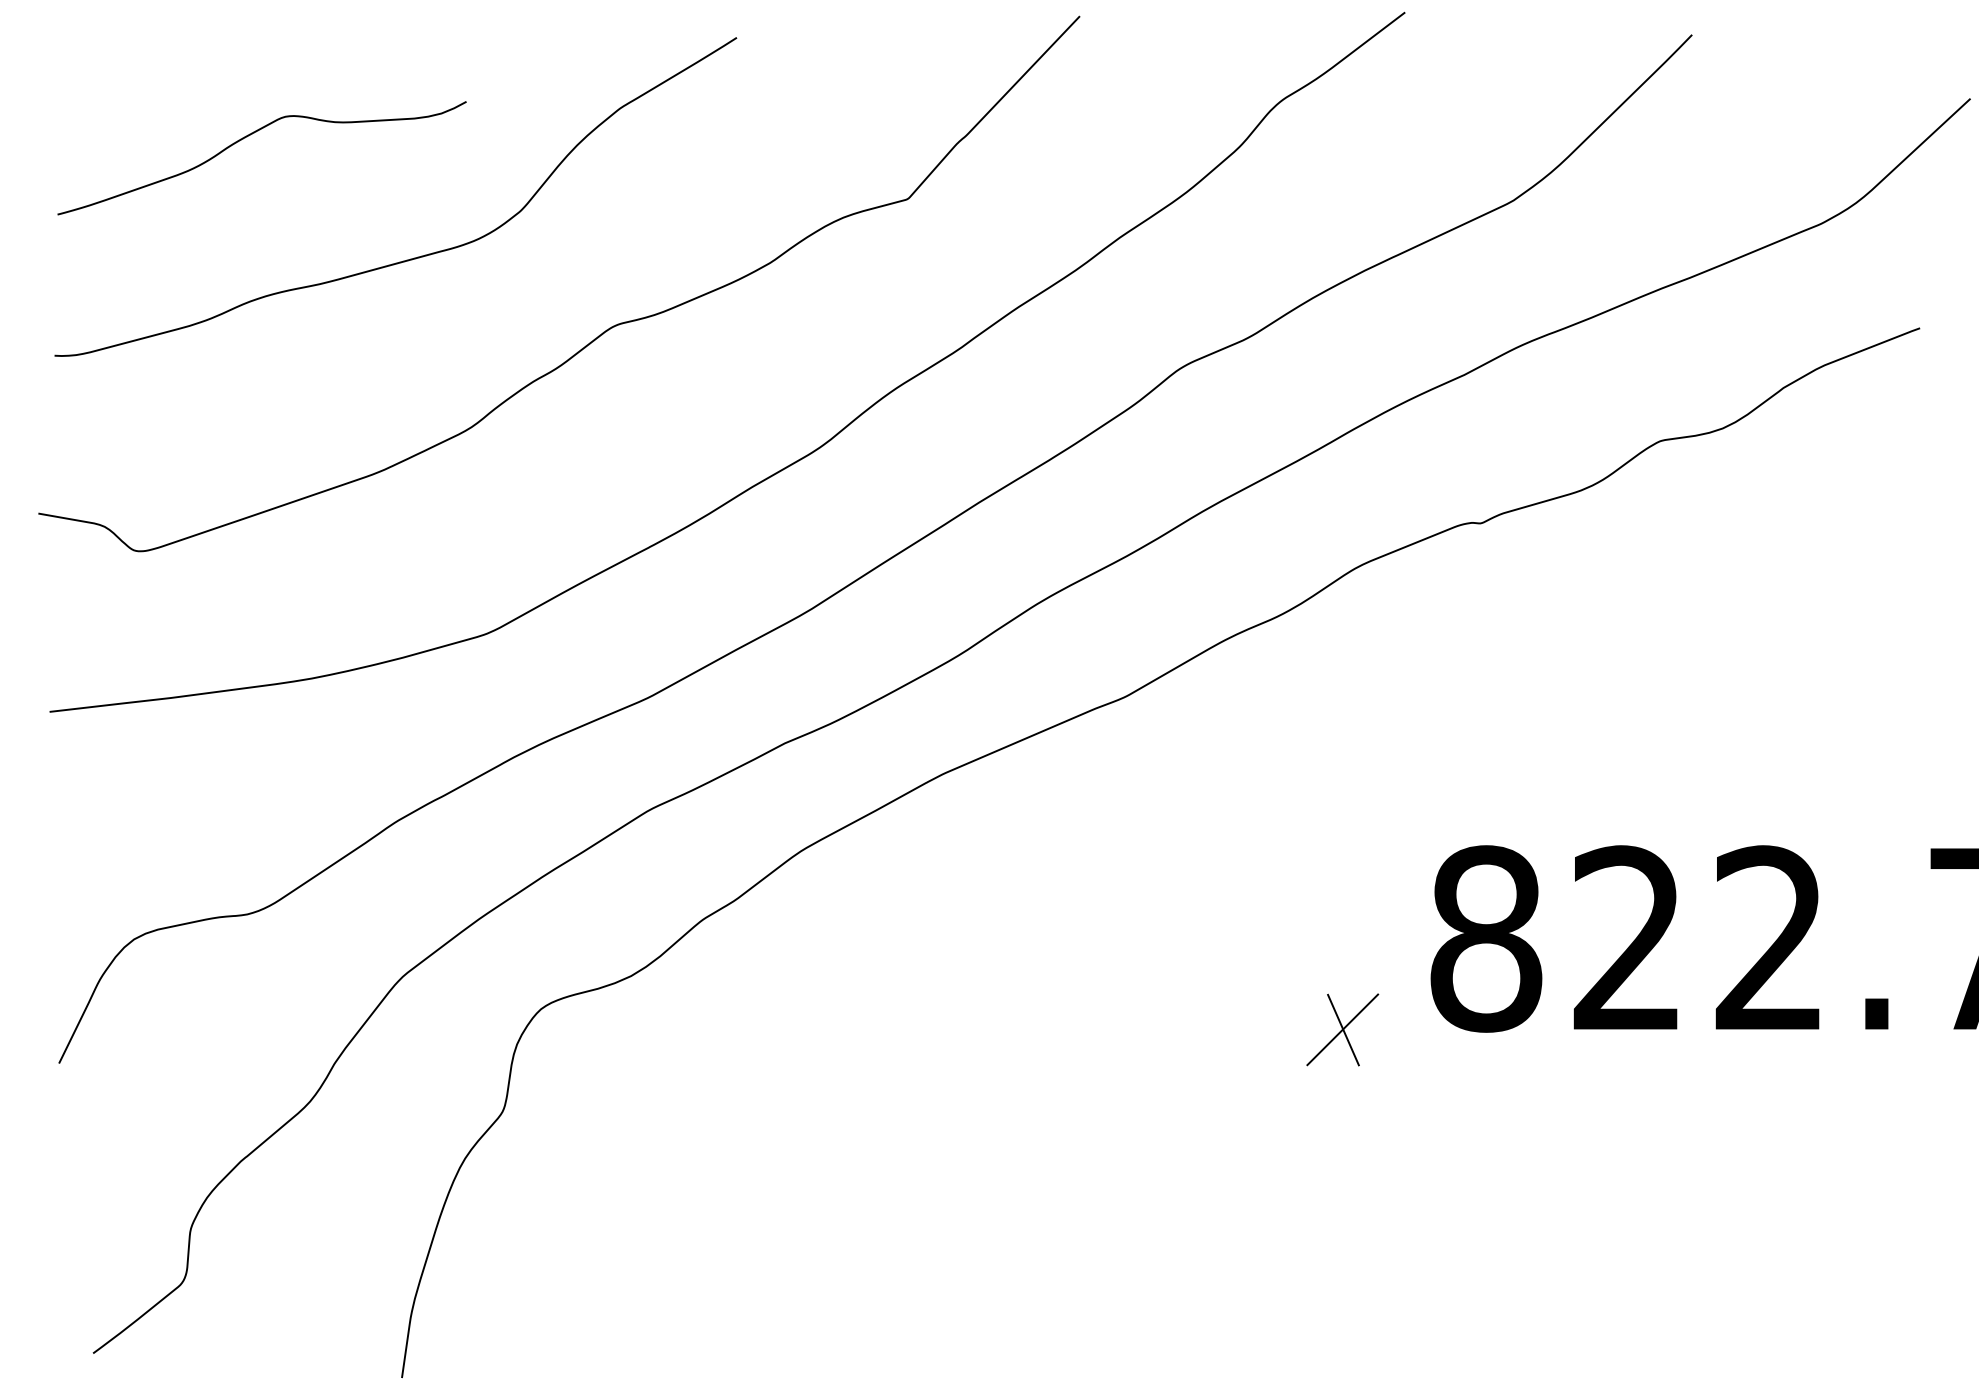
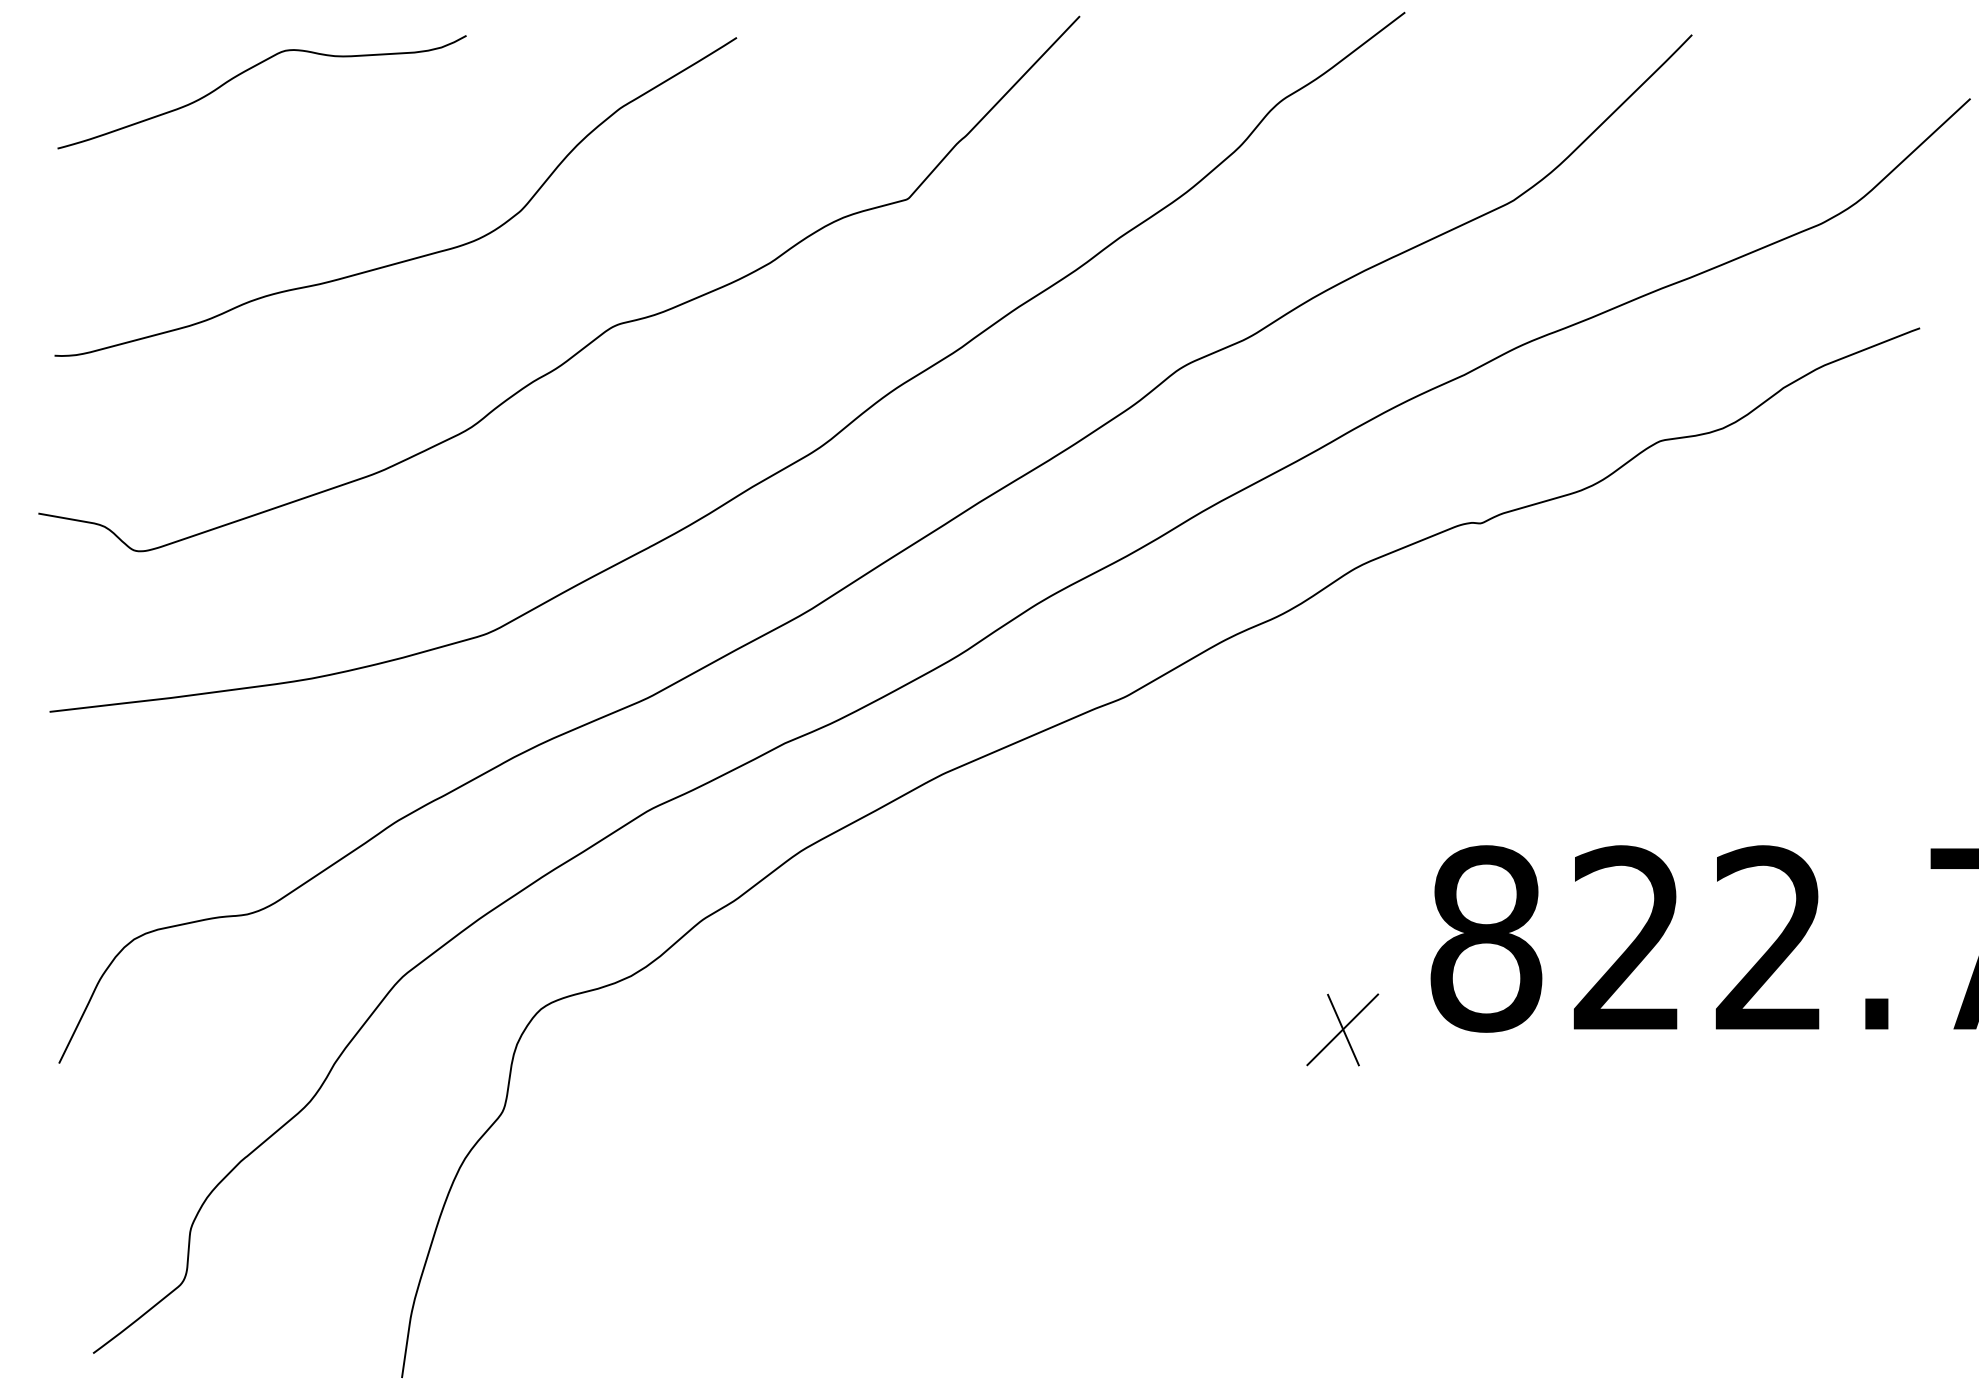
curve at (247, 137) position: (247, 137) -> (247, 71)
